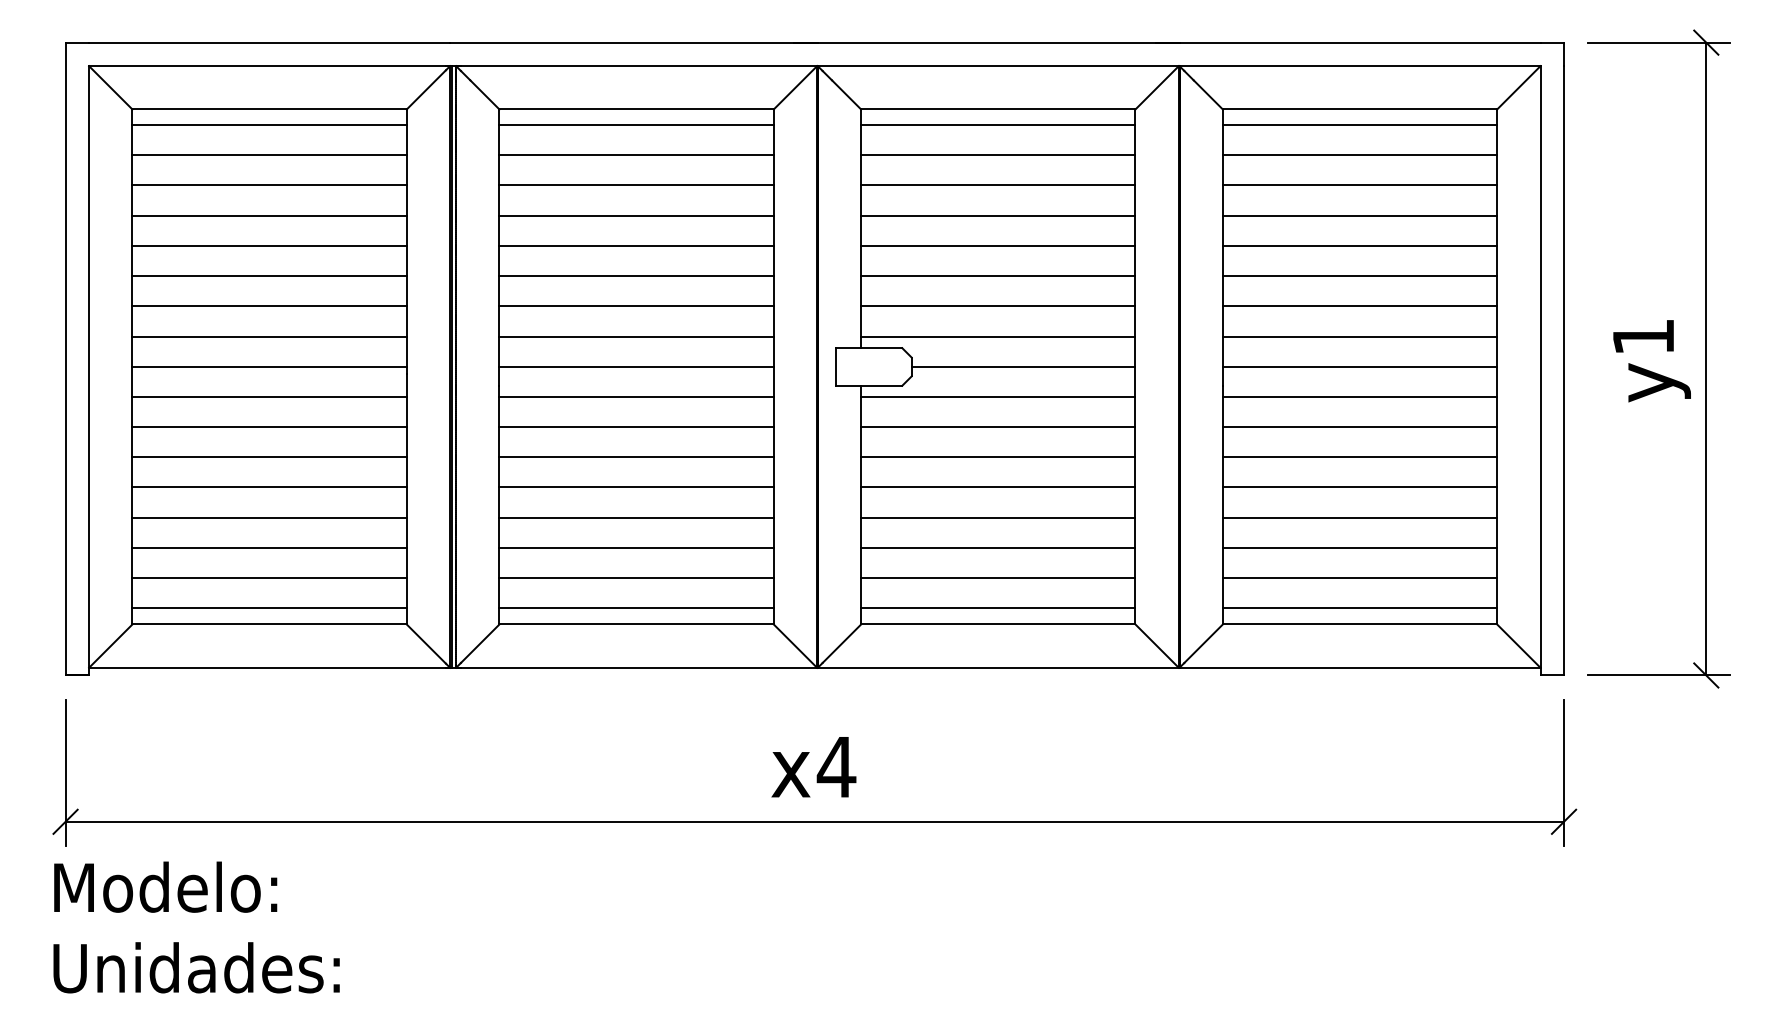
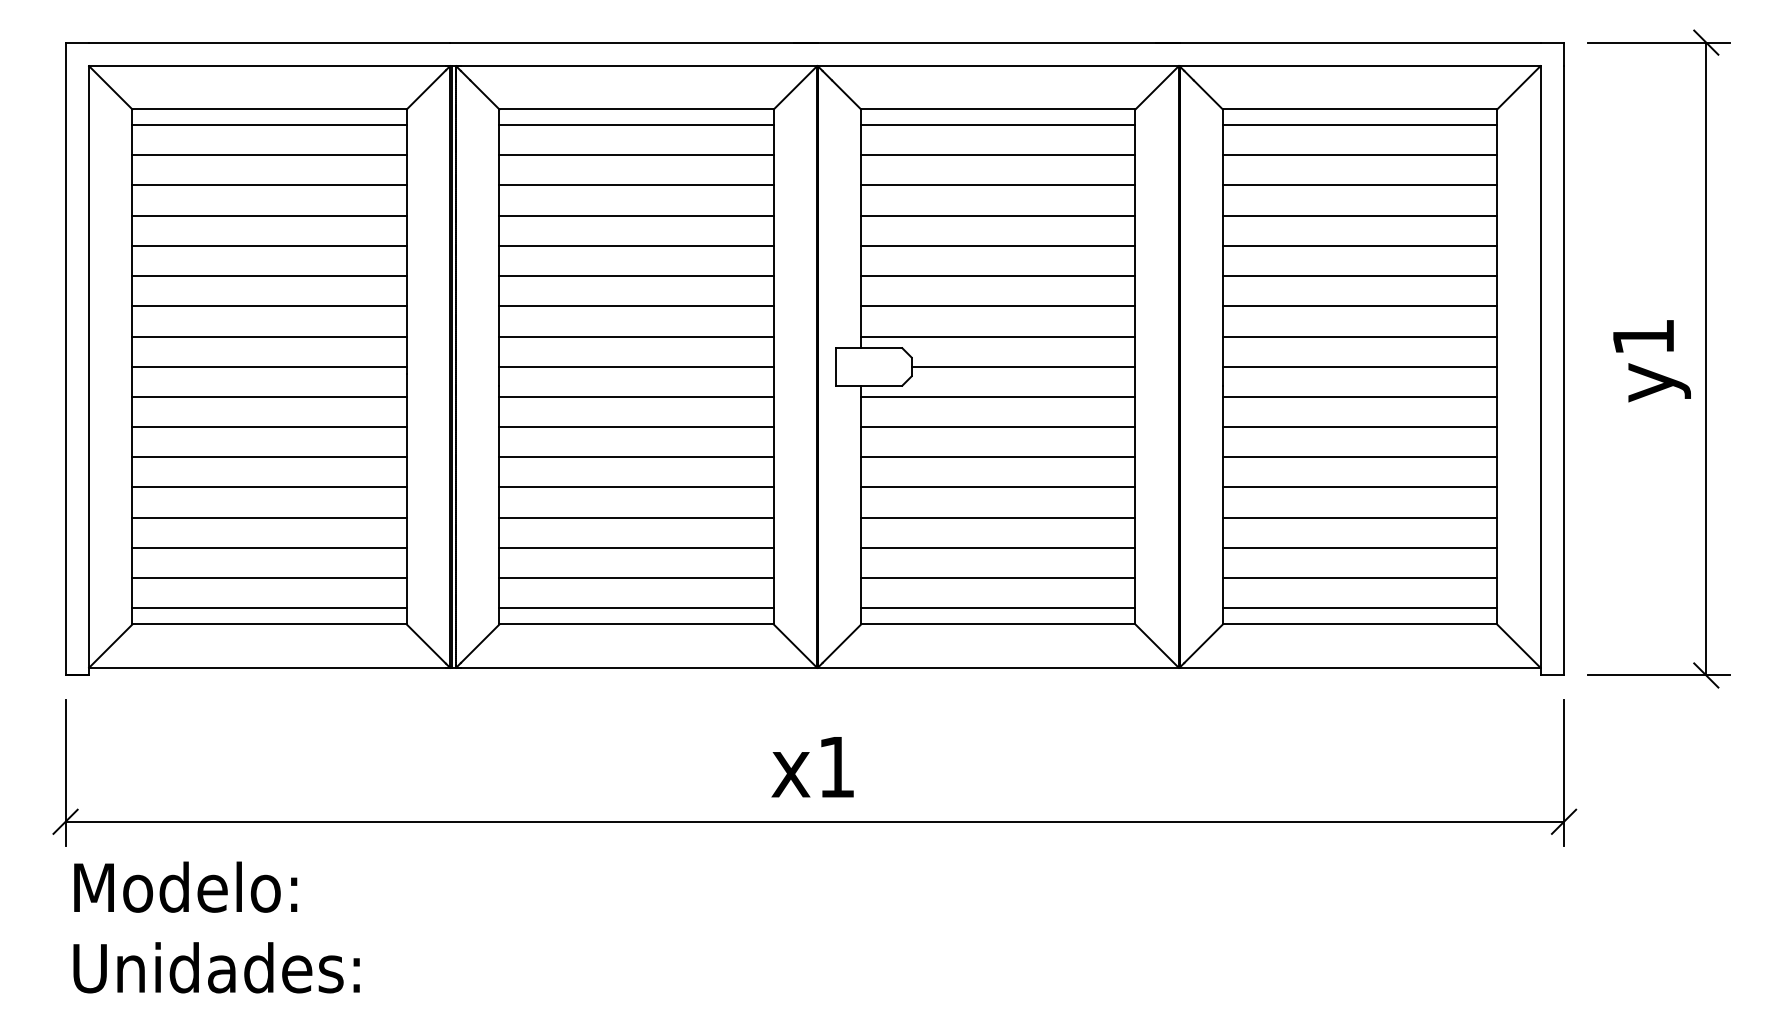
text at (836, 767): x4 -> x1
text at (196, 927) position: (196, 927) -> (216, 927)
